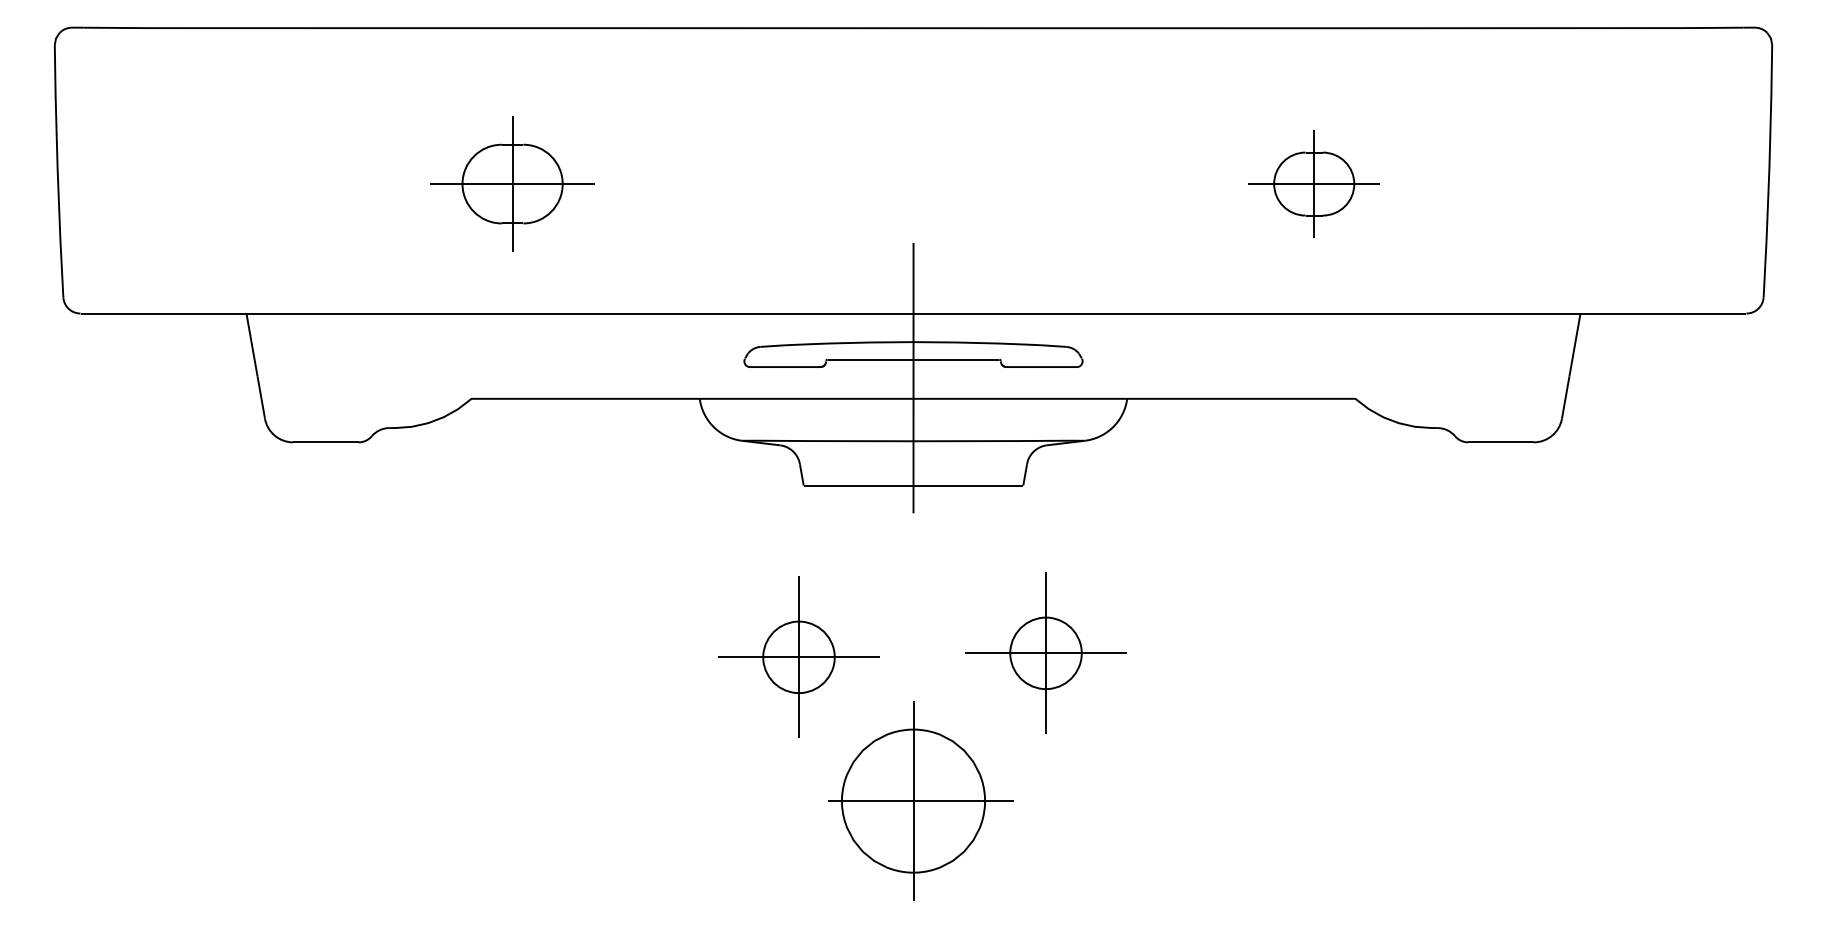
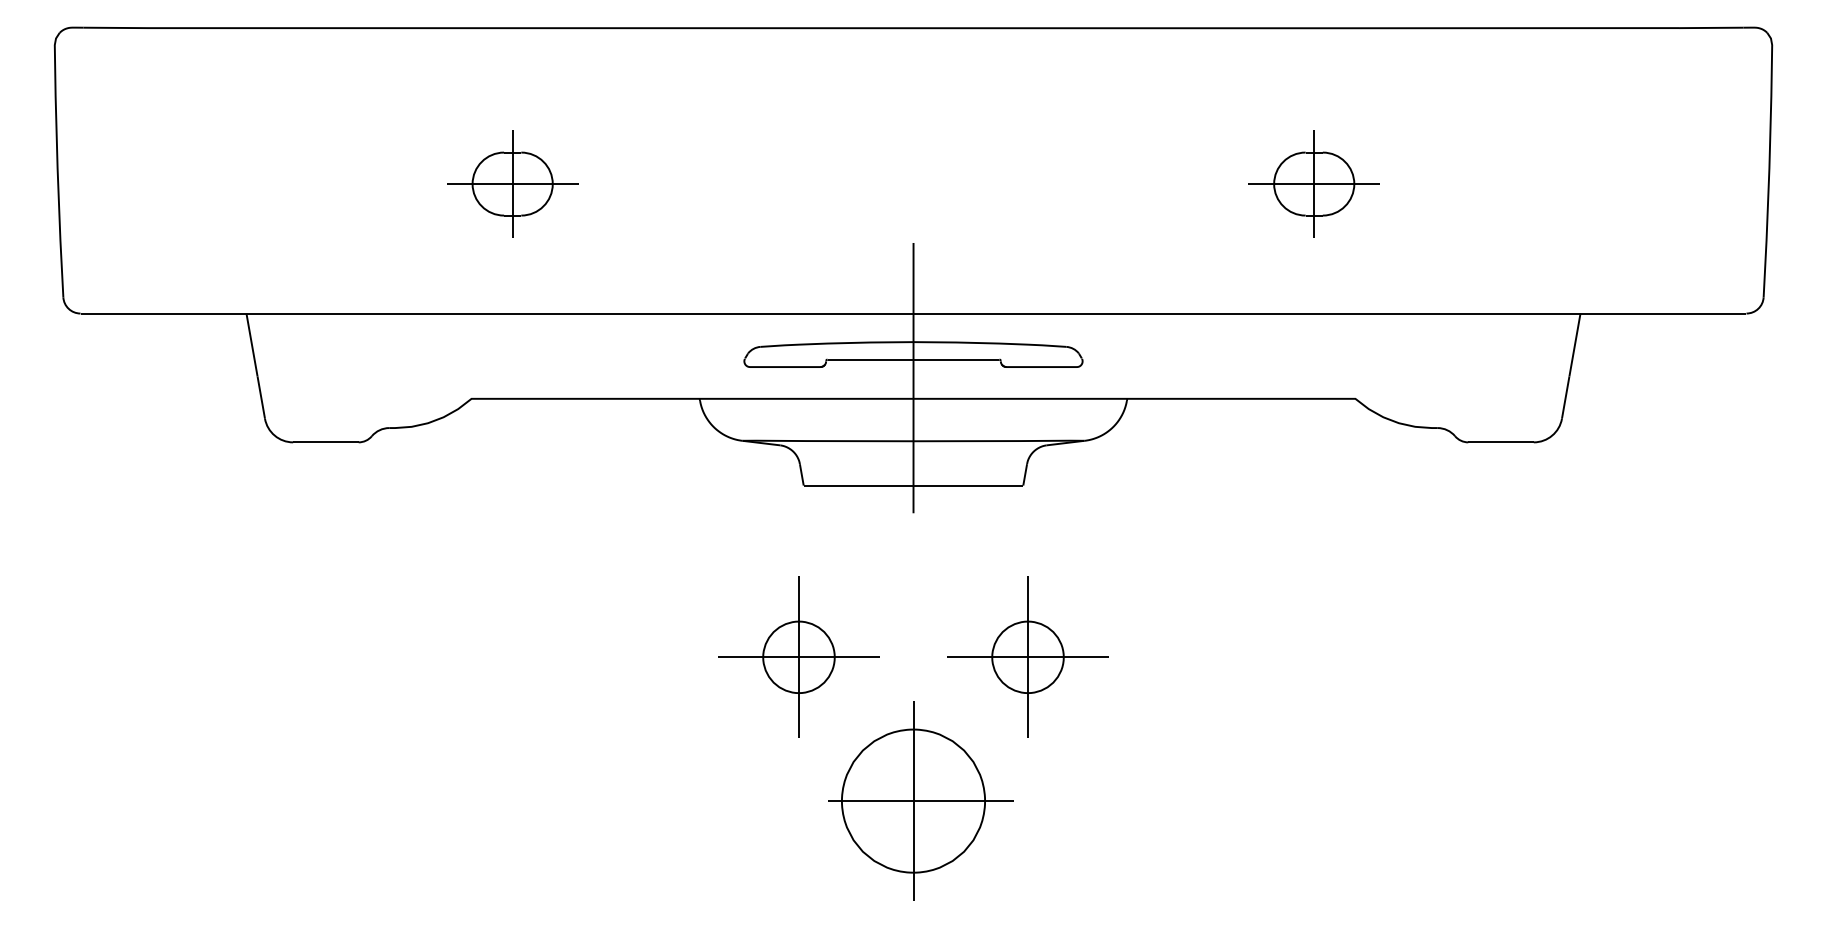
part at (512, 183) size: 165x136 px -> 132x108 px
part at (1045, 652) position: (1045, 652) -> (1027, 656)
